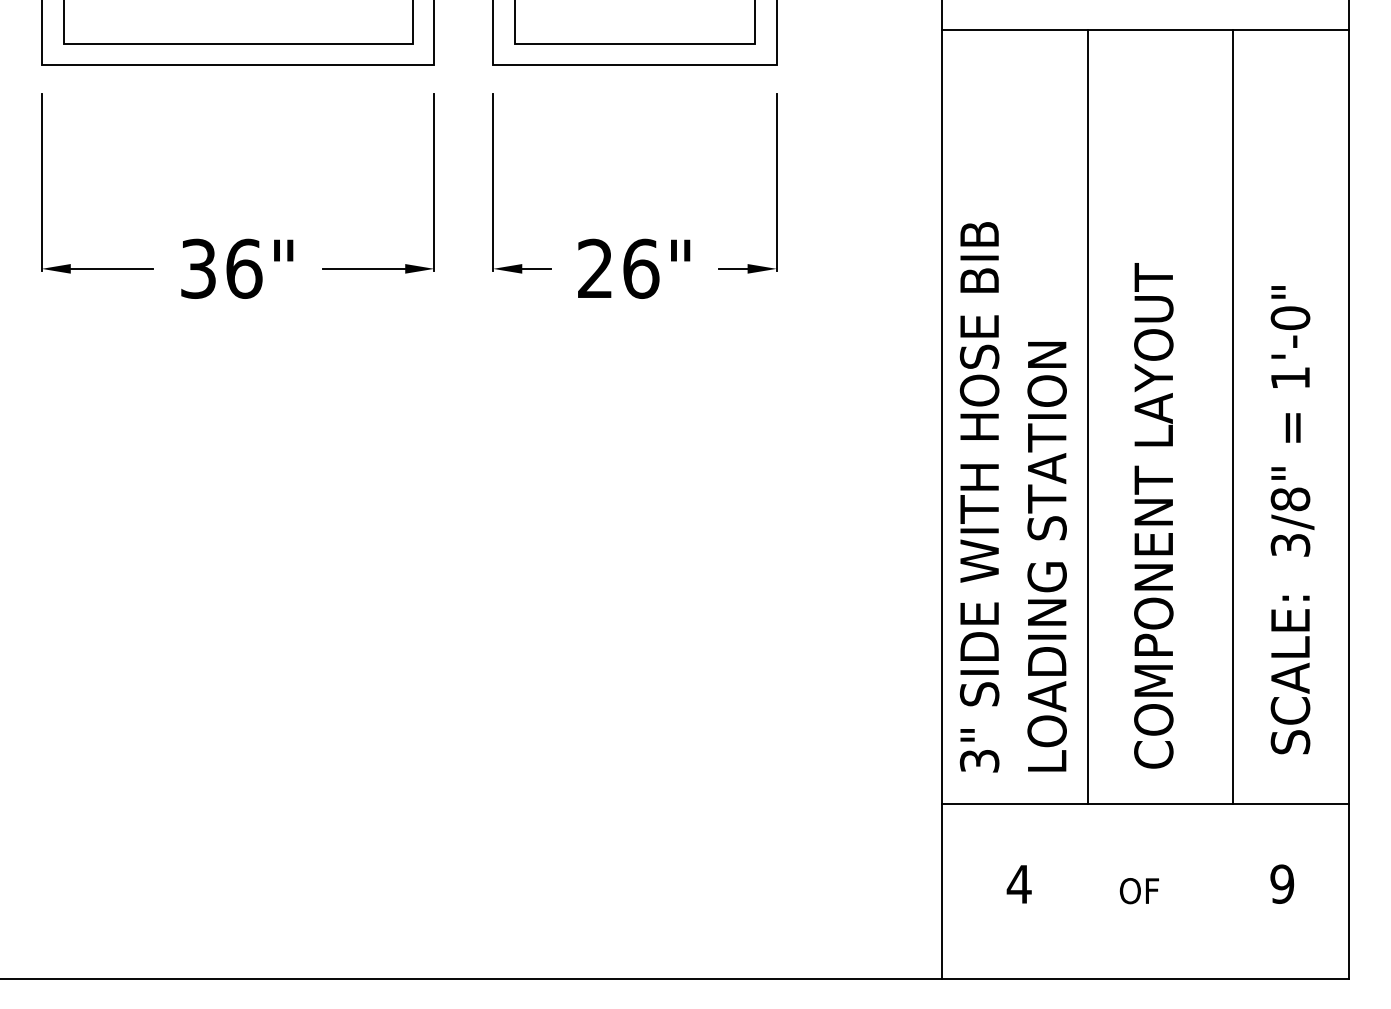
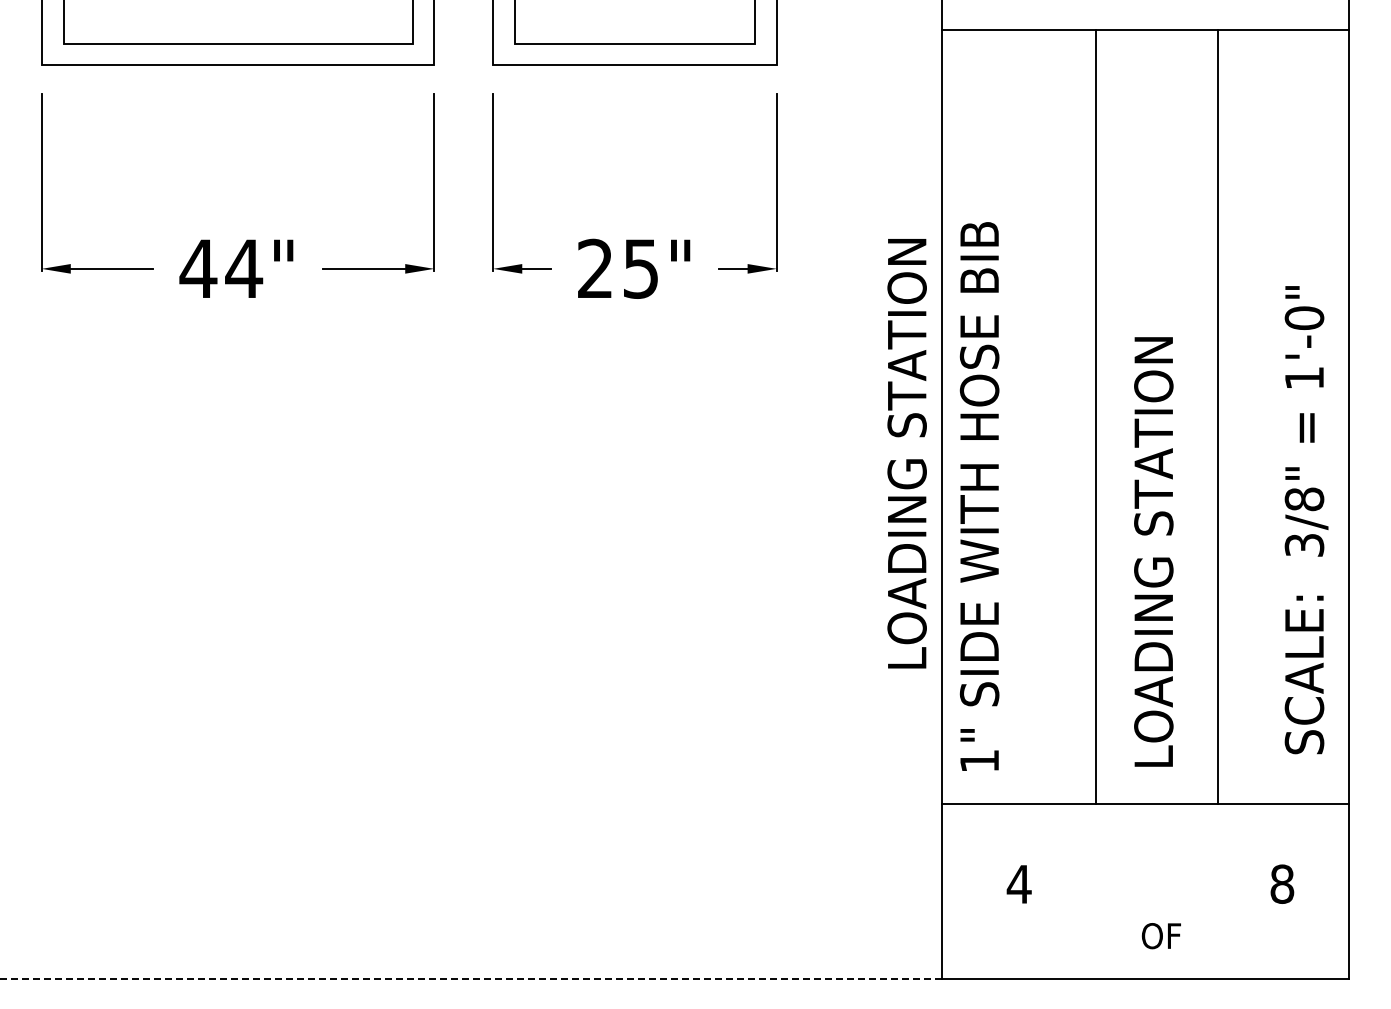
text at (221, 268): 36" -> 44"
text at (641, 268): 26" -> 25"
line at (1087, 416) position: (1087, 416) -> (1095, 416)
line at (1232, 416) position: (1232, 416) -> (1217, 416)
text at (1153, 515): COMPONENT LAYOUT -> LOADING STATION
text at (1292, 520) position: (1292, 520) -> (1306, 520)
text at (1046, 556) position: (1046, 556) -> (906, 453)
text at (979, 761): 3" -> 1"
text at (1282, 883): 9 -> 8
text at (1138, 891) position: (1138, 891) -> (1160, 936)
line at (471, 978): solid -> dashed
